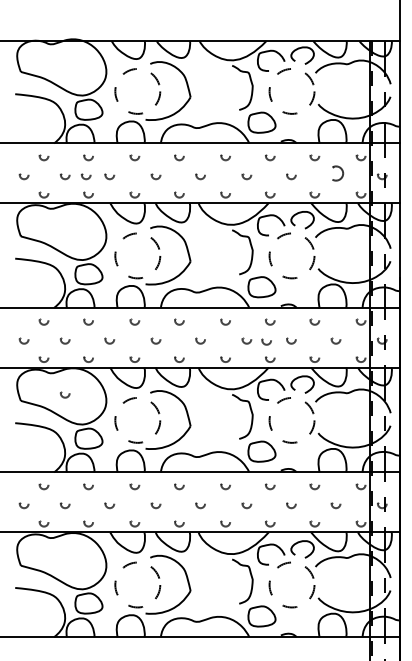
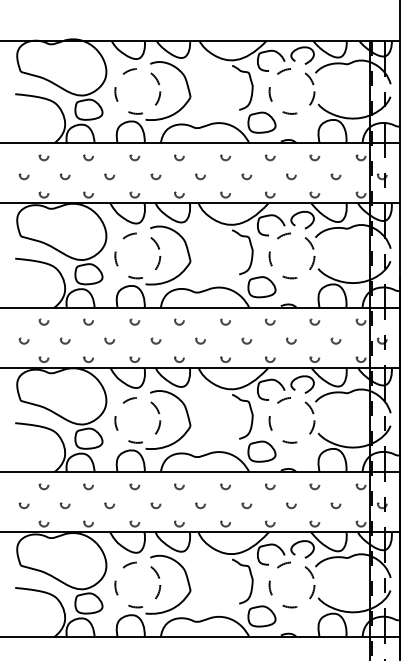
circle at (338, 173) size: 13x17 px -> 12x8 px
circle at (86, 176): present -> none
circle at (266, 341): present -> none
circle at (64, 394): present -> none
